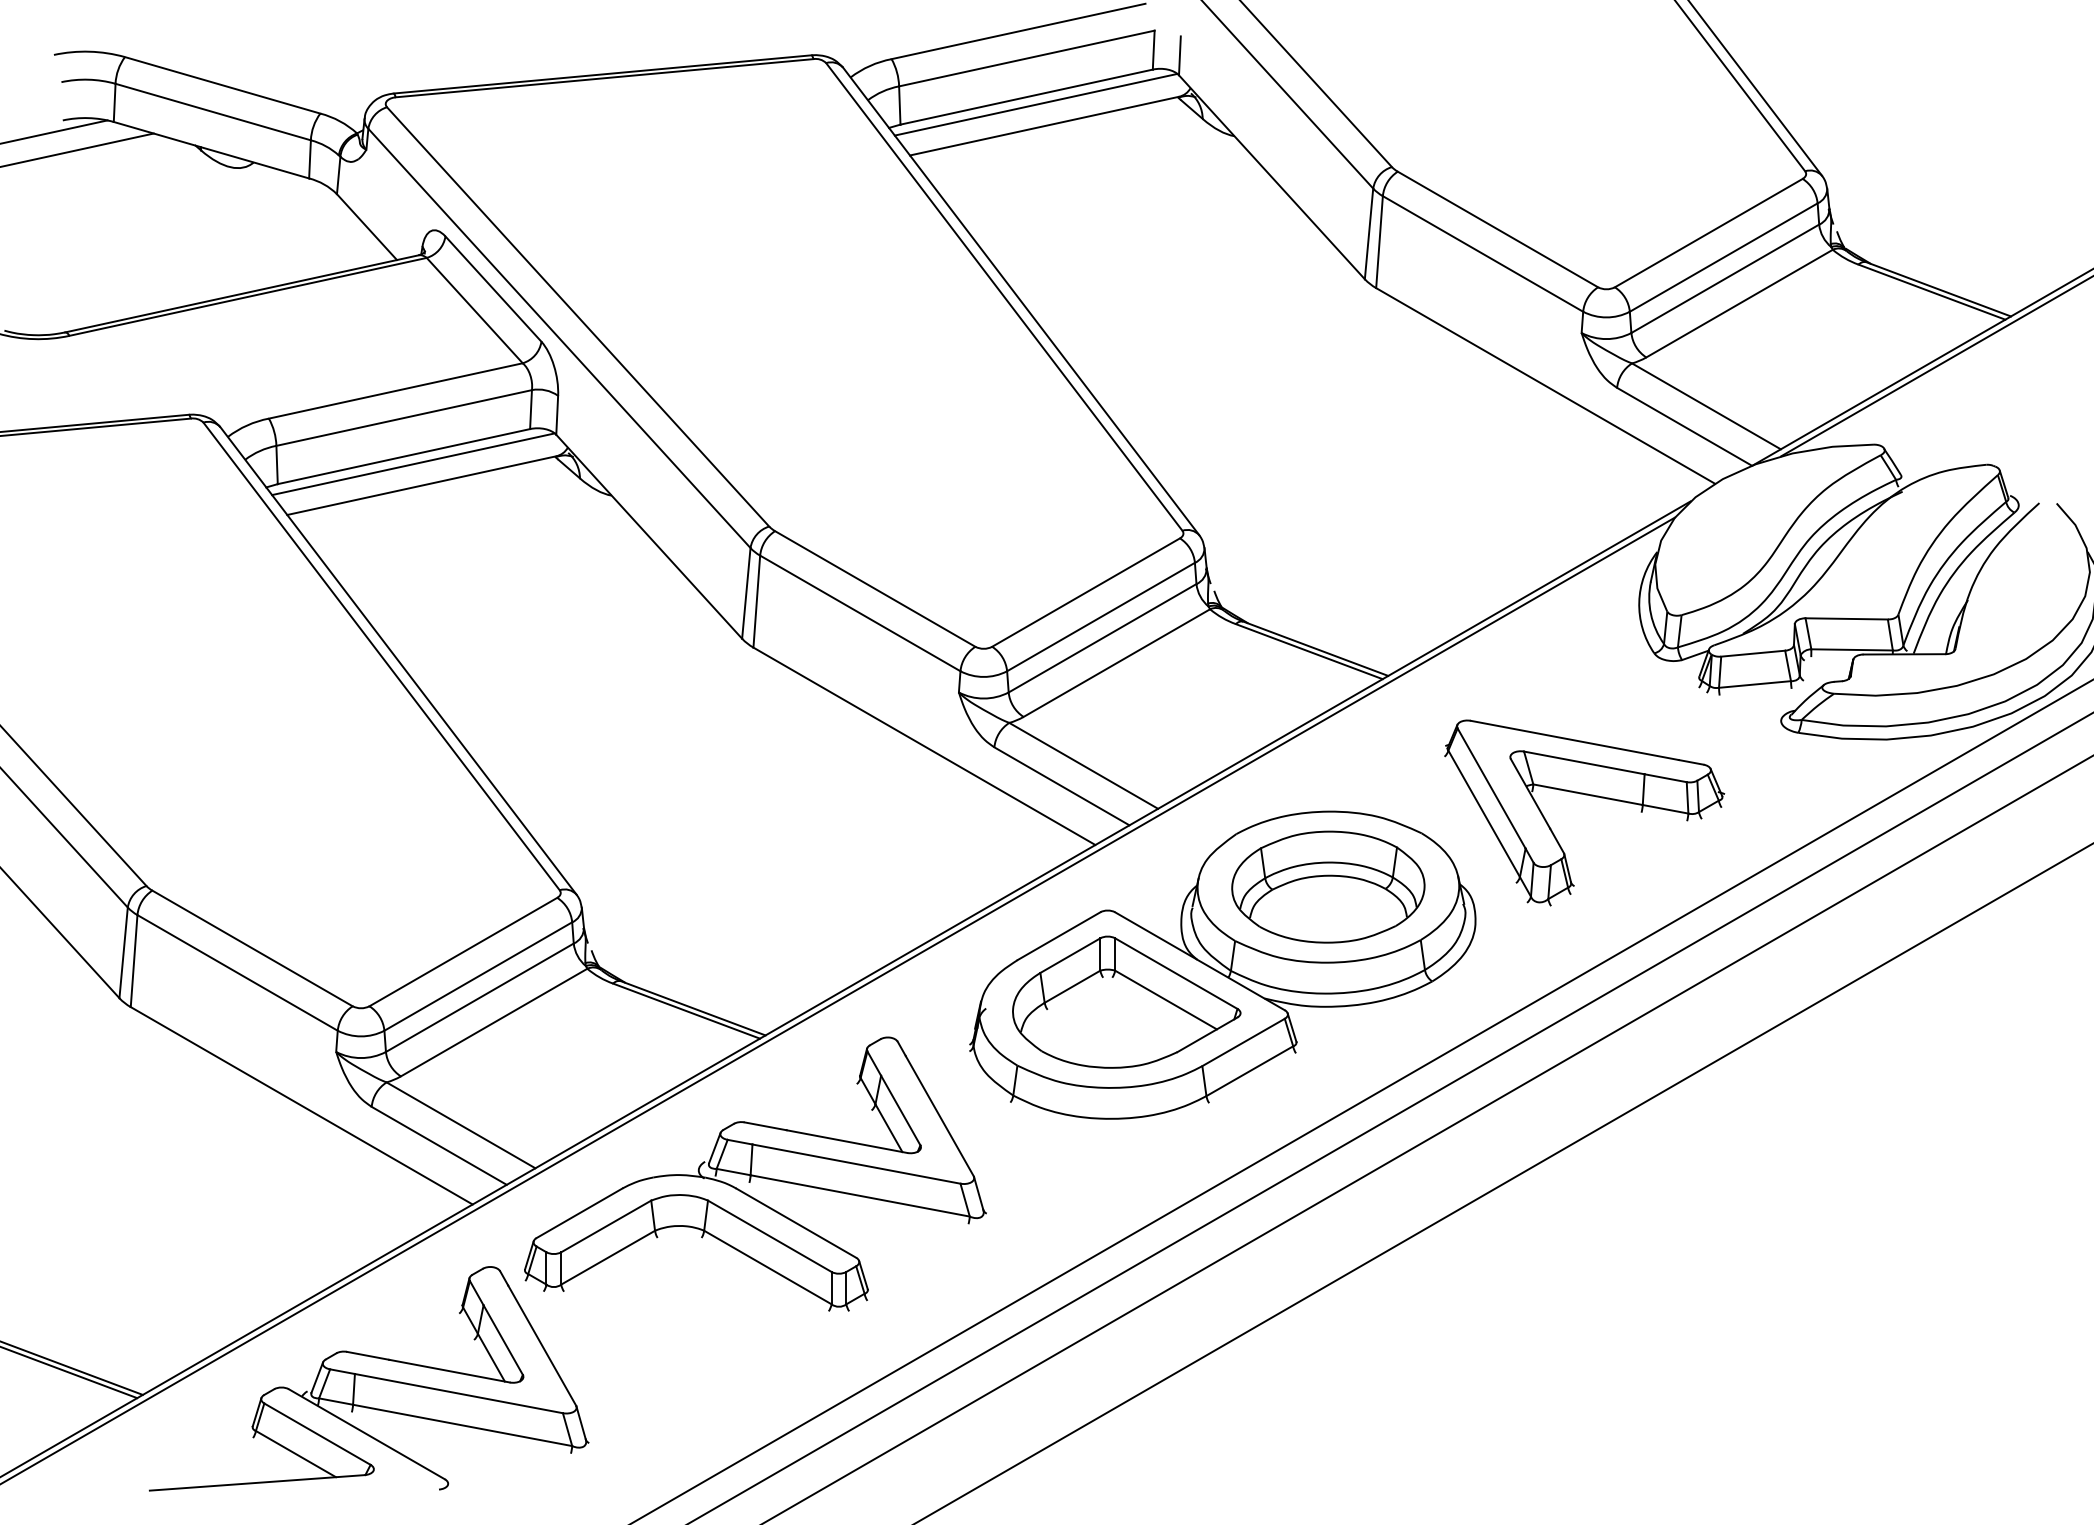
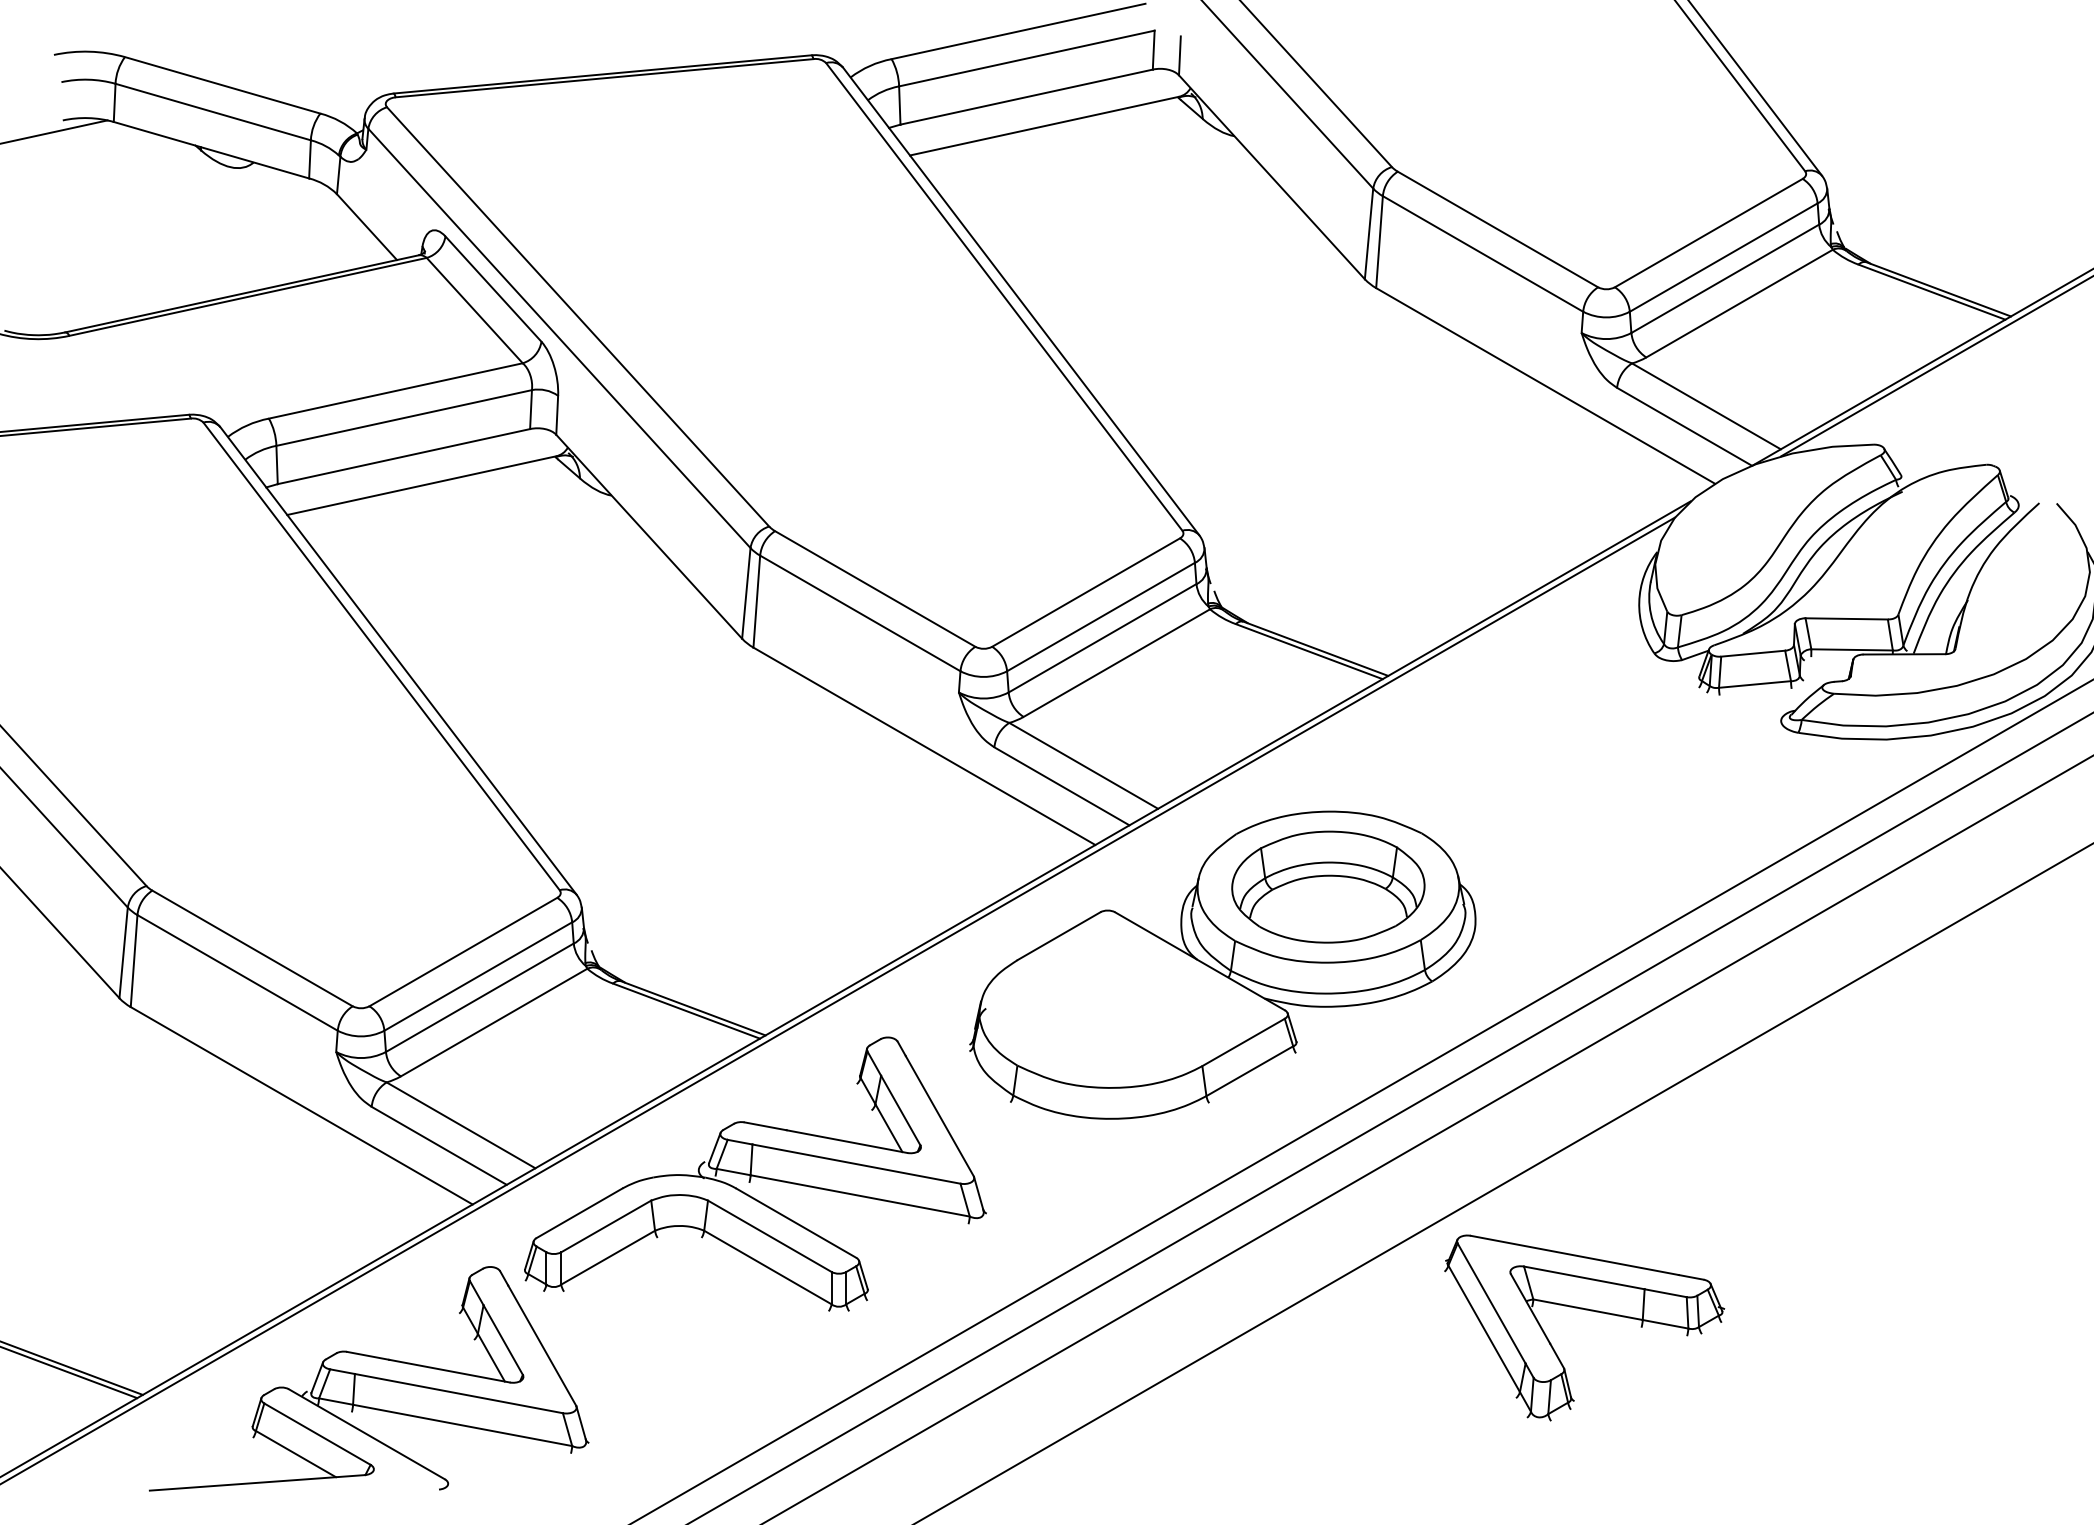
line at (1035, 104): present -> none
line at (77, 149): present -> none
line at (413, 464): present -> none
part at (1585, 795) position: (1585, 795) -> (1585, 1310)
part at (1126, 1001): present -> none
